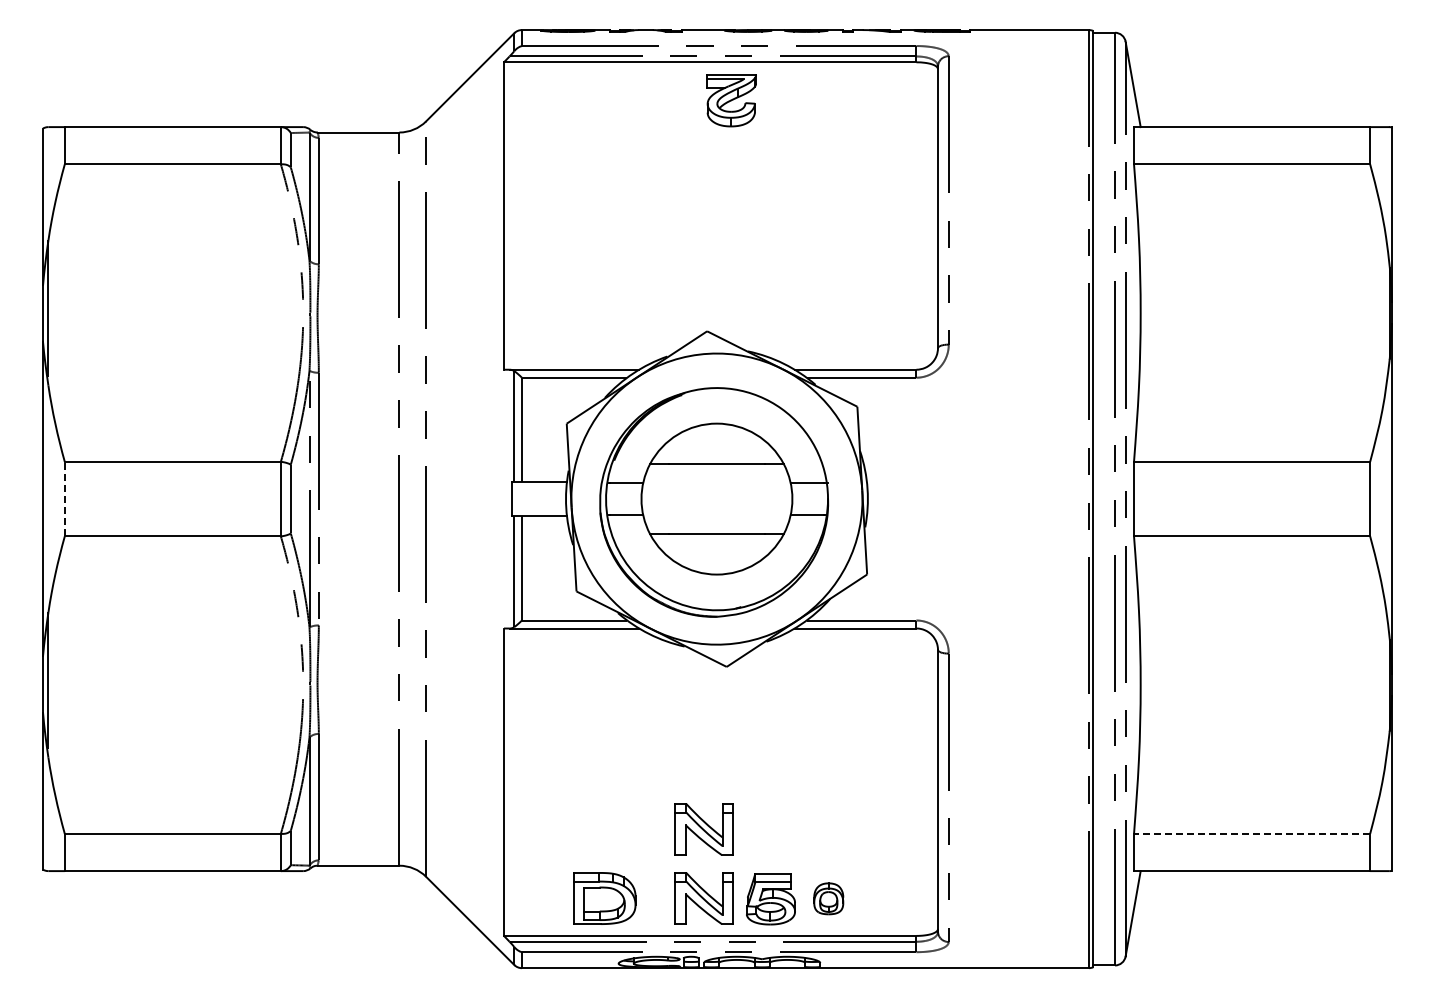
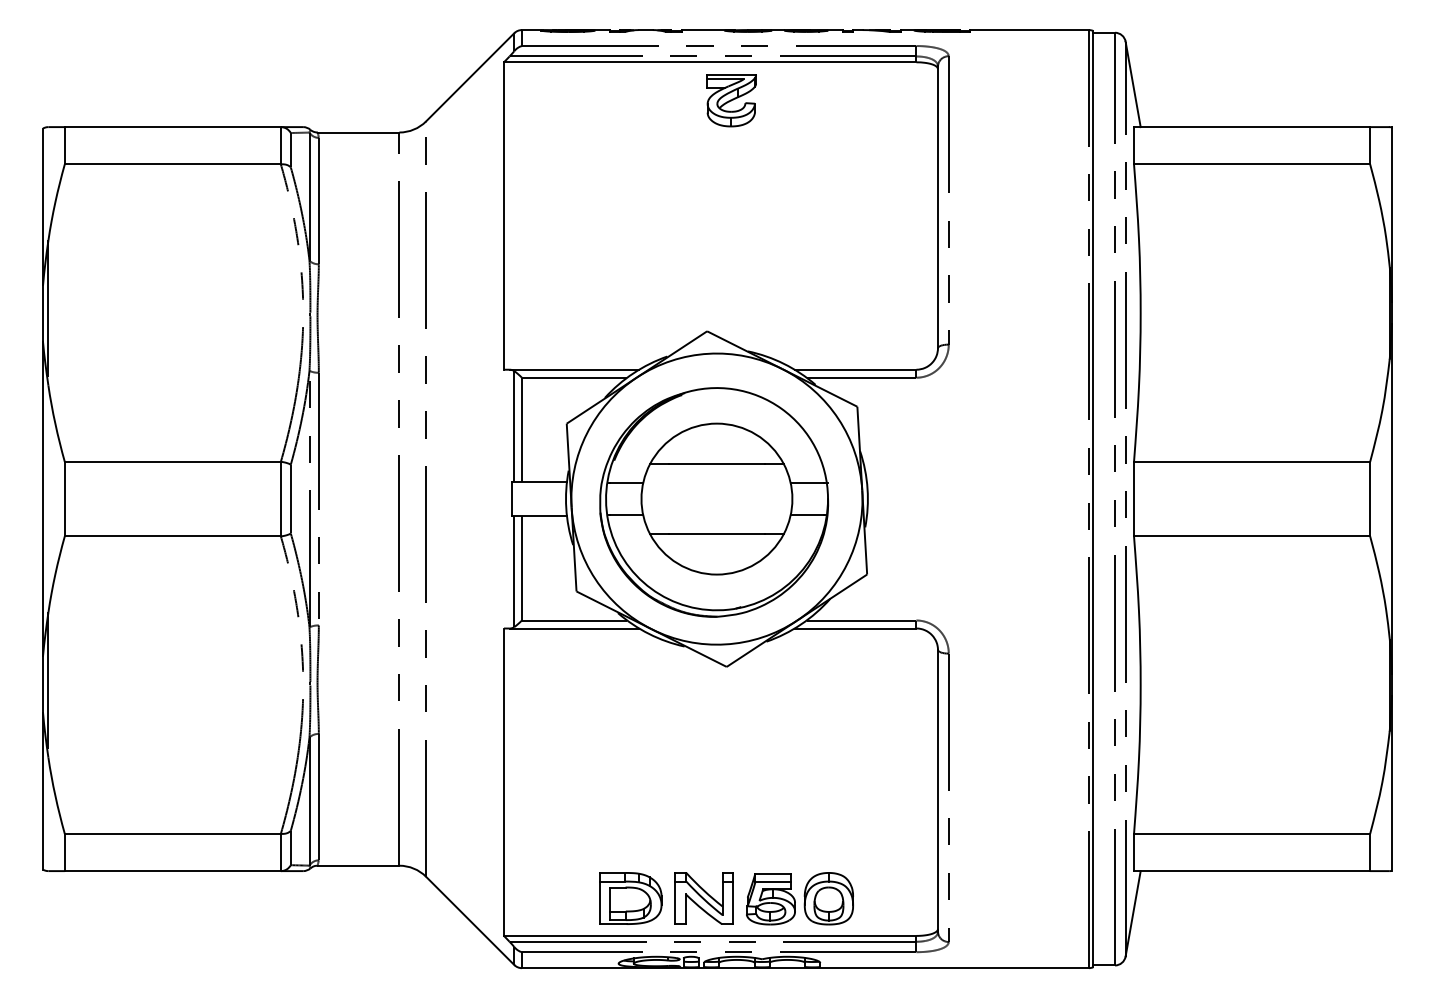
line at (64, 498): dashed -> solid
part at (703, 829): present -> none
line at (1251, 833): dashed -> solid
part at (604, 898) position: (604, 898) -> (630, 898)
part at (828, 898) size: 32x34 px -> 51x54 px
